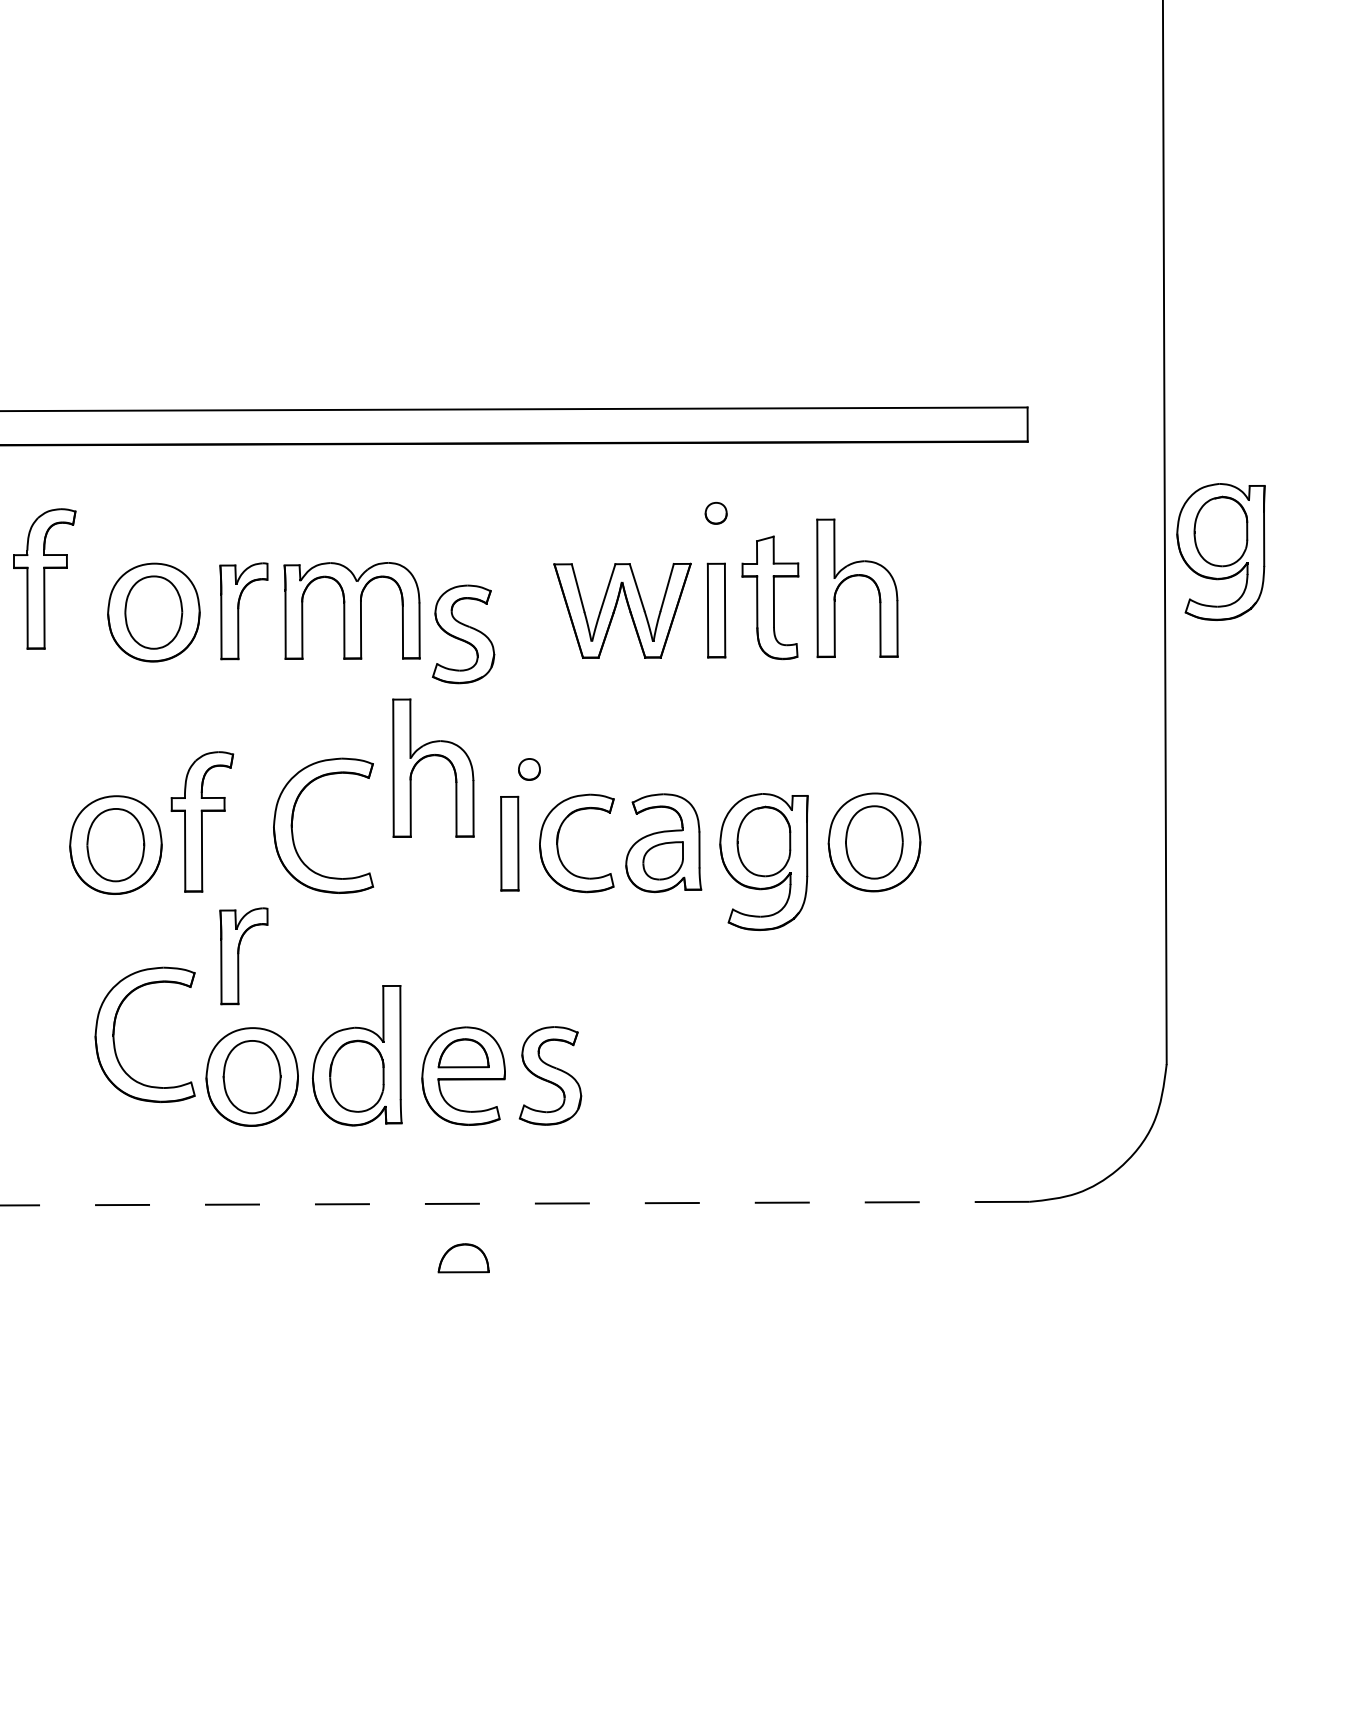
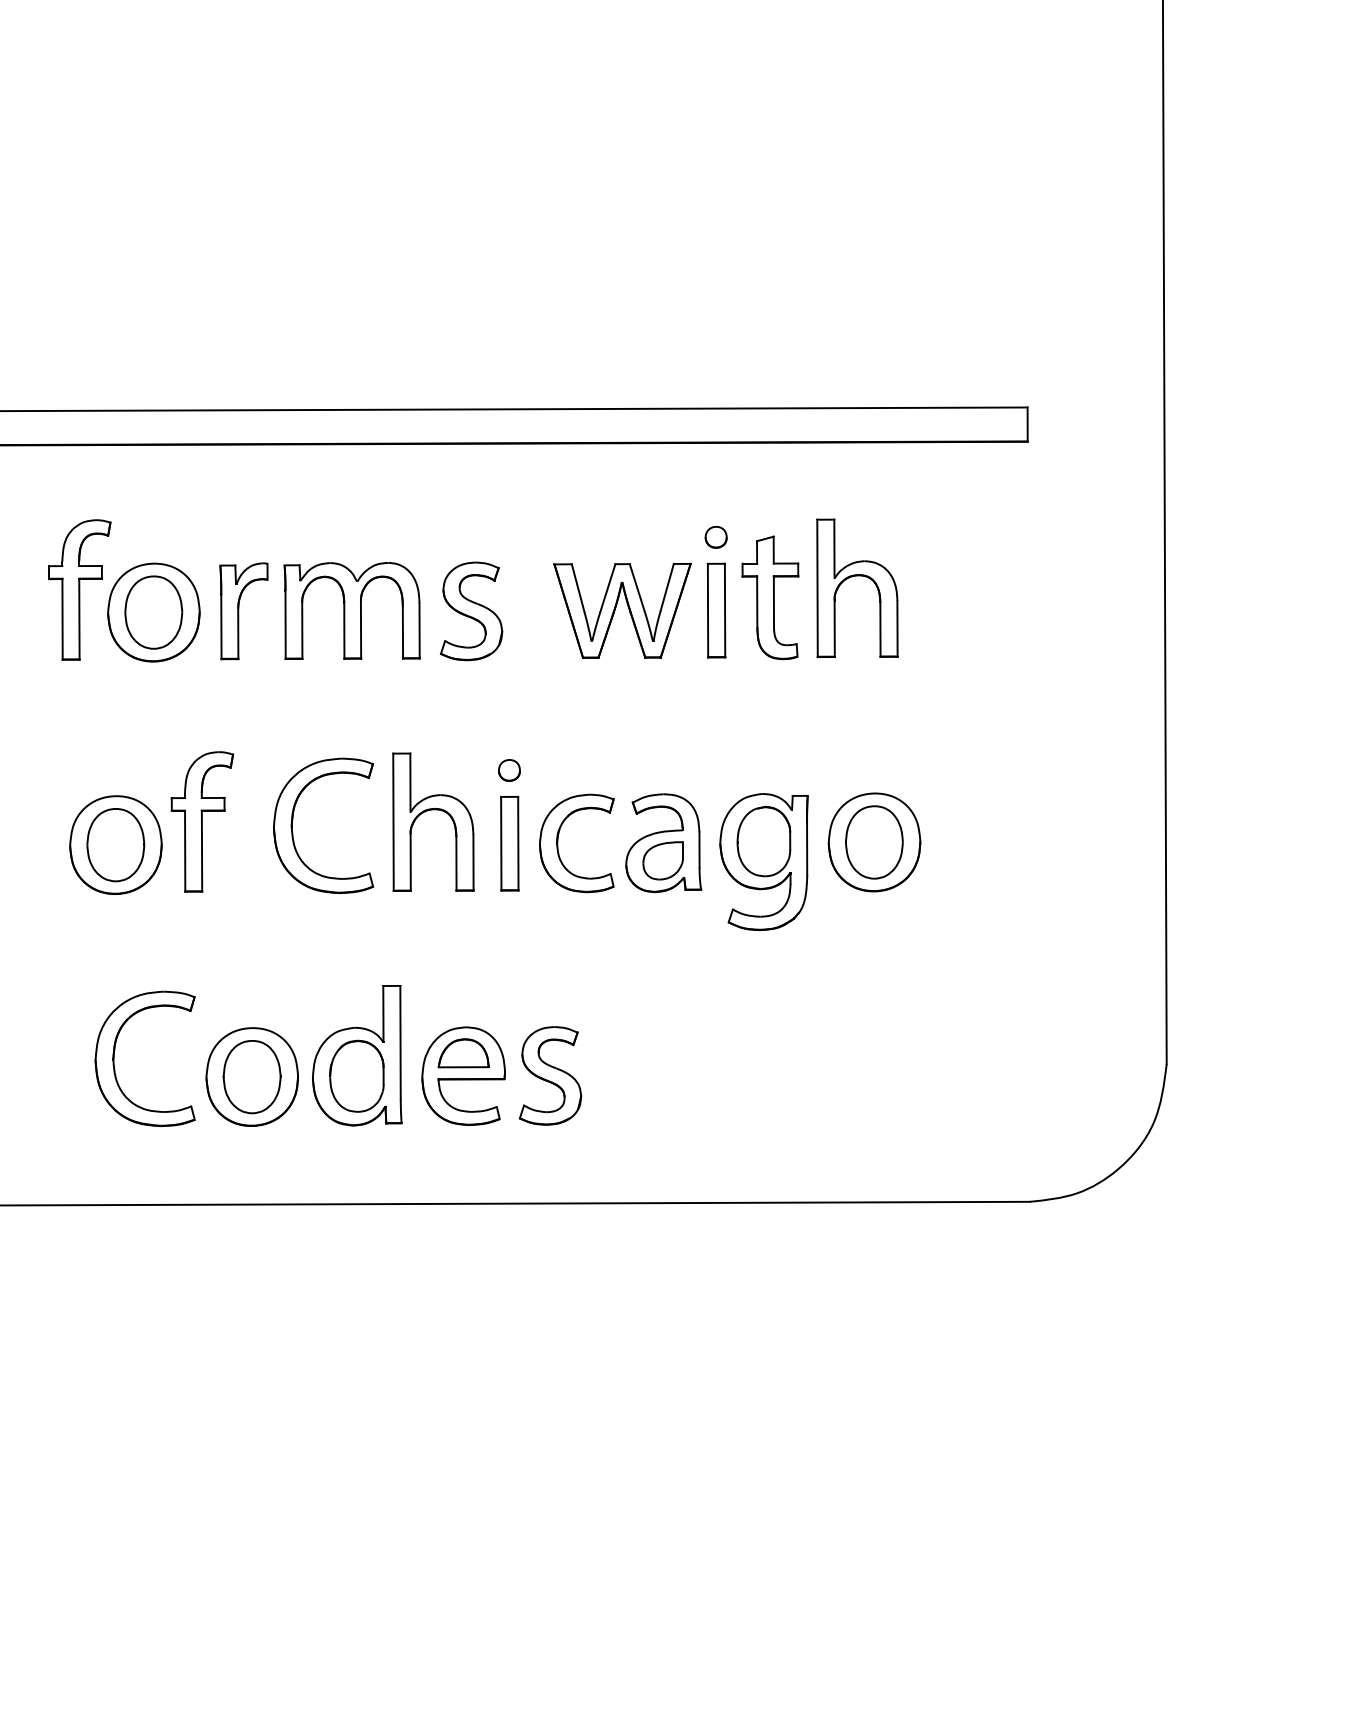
part at (715, 513) position: (715, 513) -> (715, 537)
part at (1220, 551): present -> none
part at (44, 578) position: (44, 578) -> (79, 589)
part at (463, 634) position: (463, 634) -> (471, 611)
part at (433, 756) position: (433, 756) -> (433, 810)
part at (529, 769) position: (529, 769) -> (509, 770)
part at (243, 956): present -> none
part at (114, 1034) position: (114, 1034) -> (114, 1058)
line at (515, 1203): dashed -> solid
part at (463, 1258): present -> none
